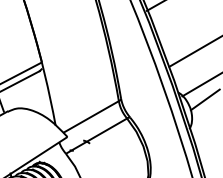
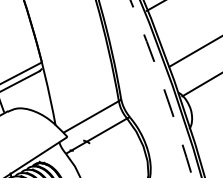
arc at (163, 87): solid -> dashed
line at (204, 99): present -> none
